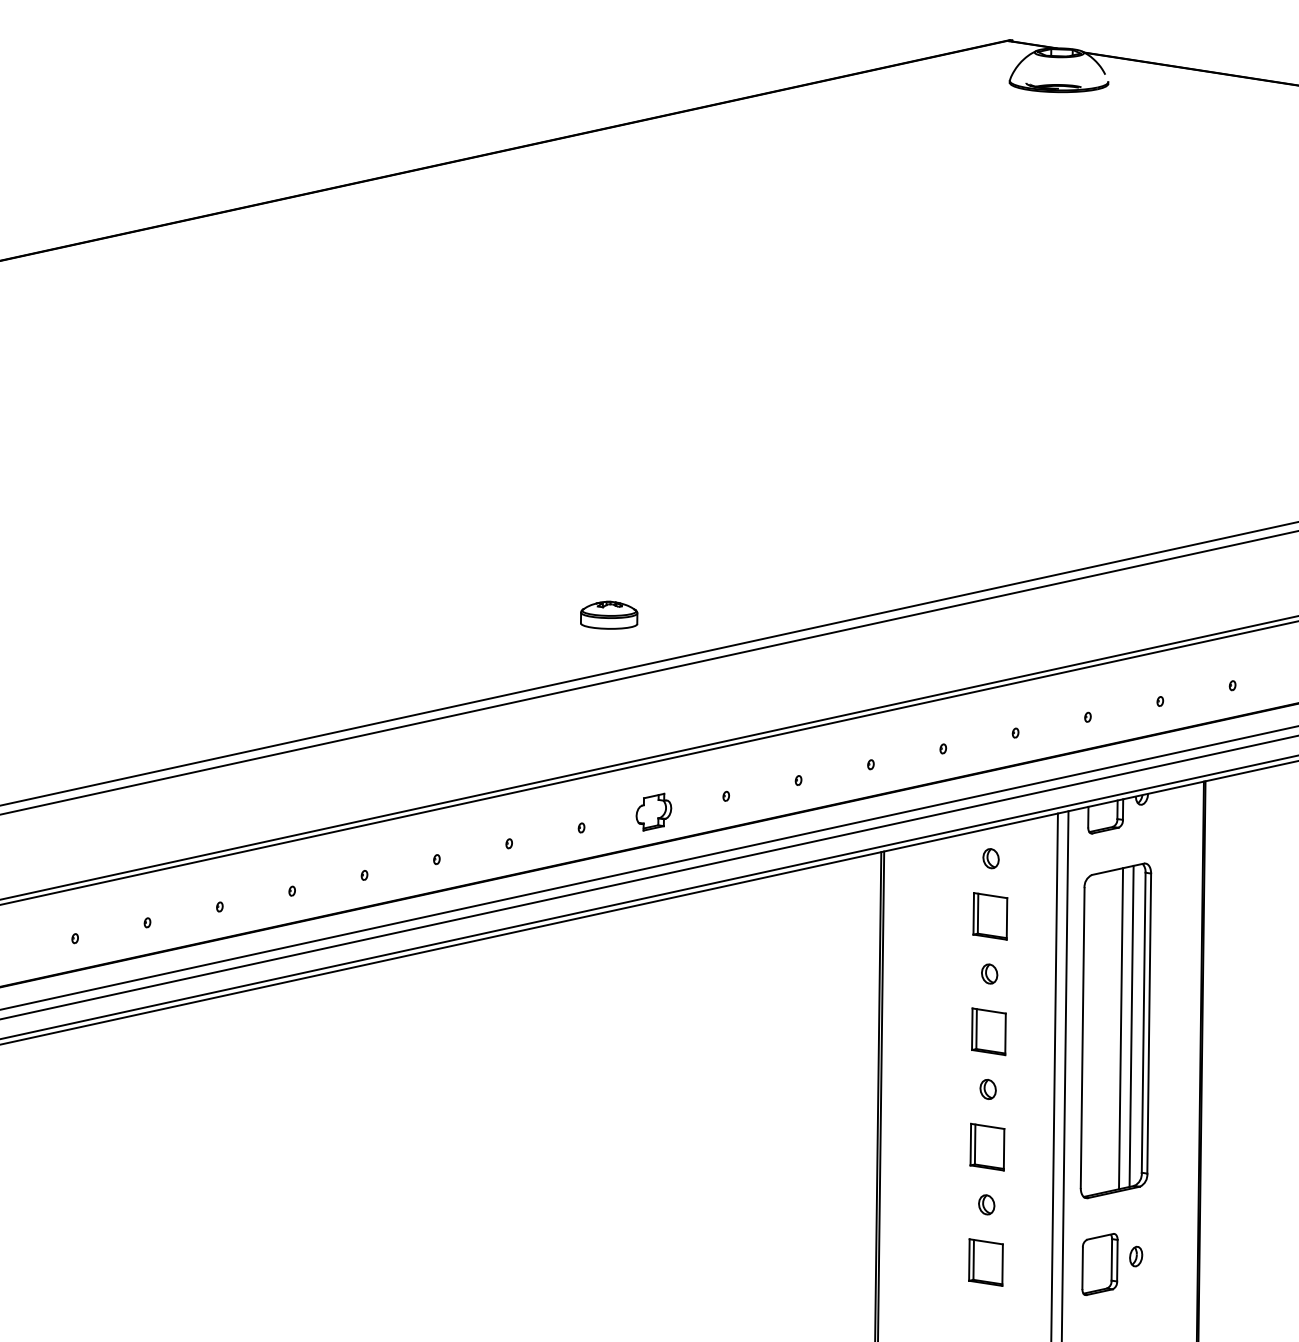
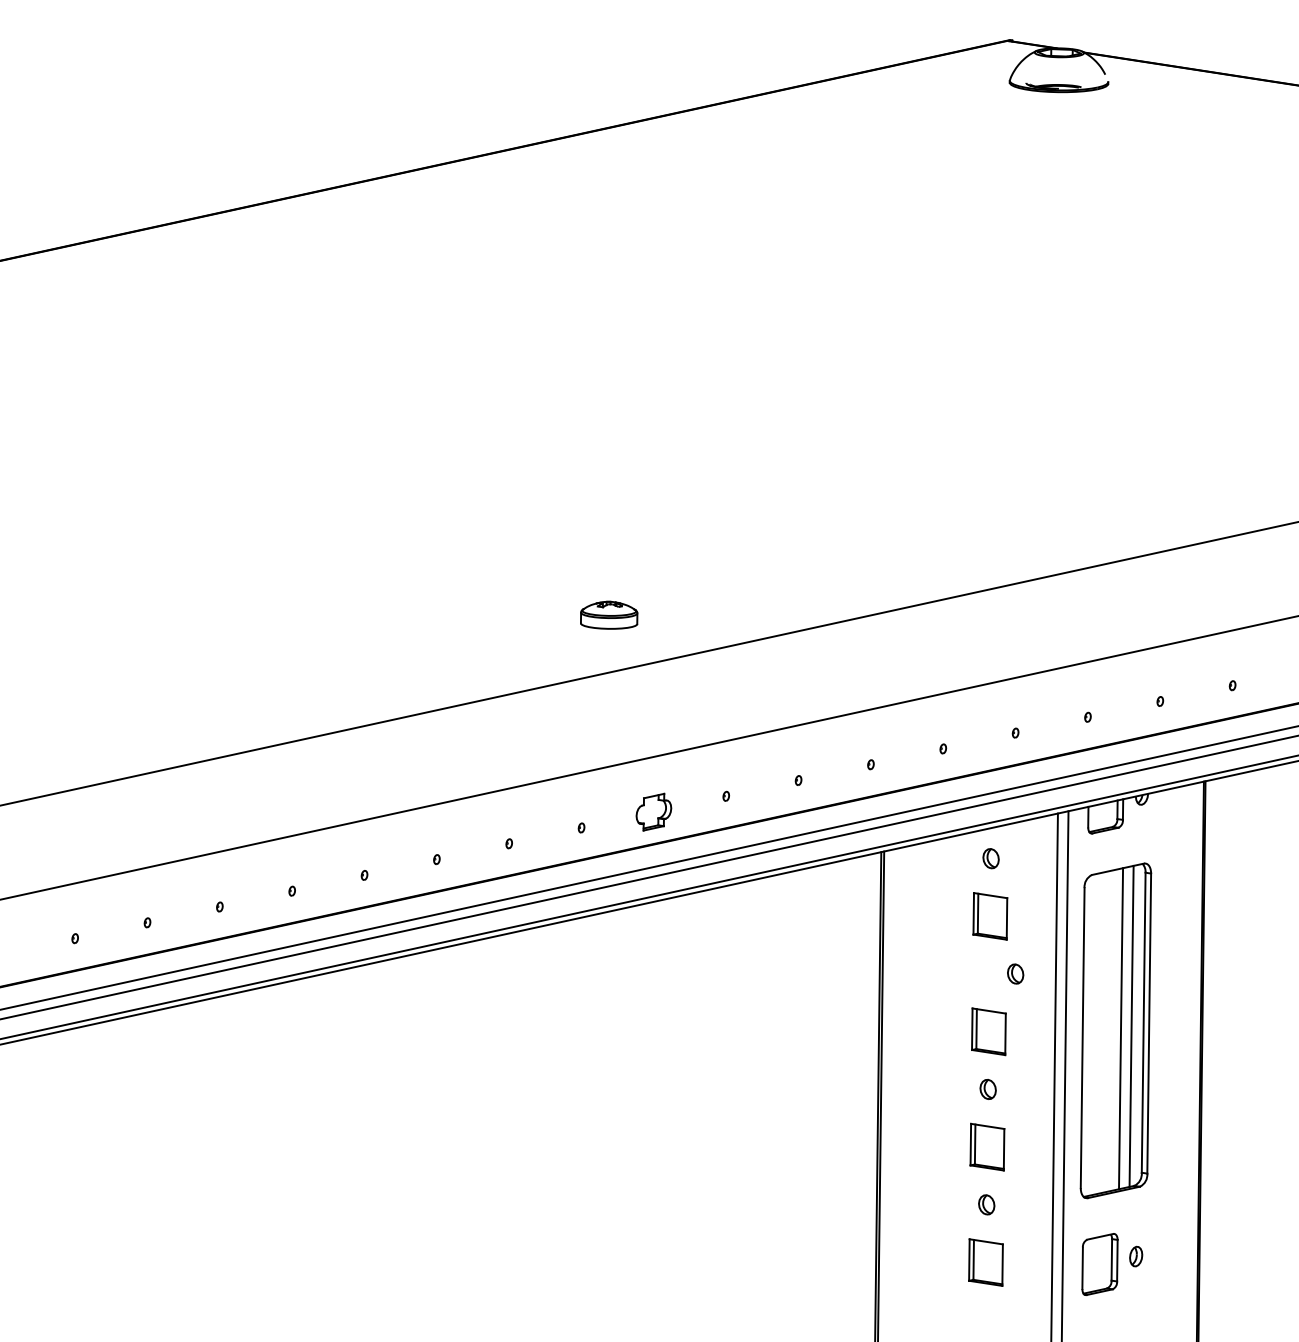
line at (648, 672): present -> none
line at (648, 762): present -> none
part at (989, 973) position: (989, 973) -> (1015, 973)
